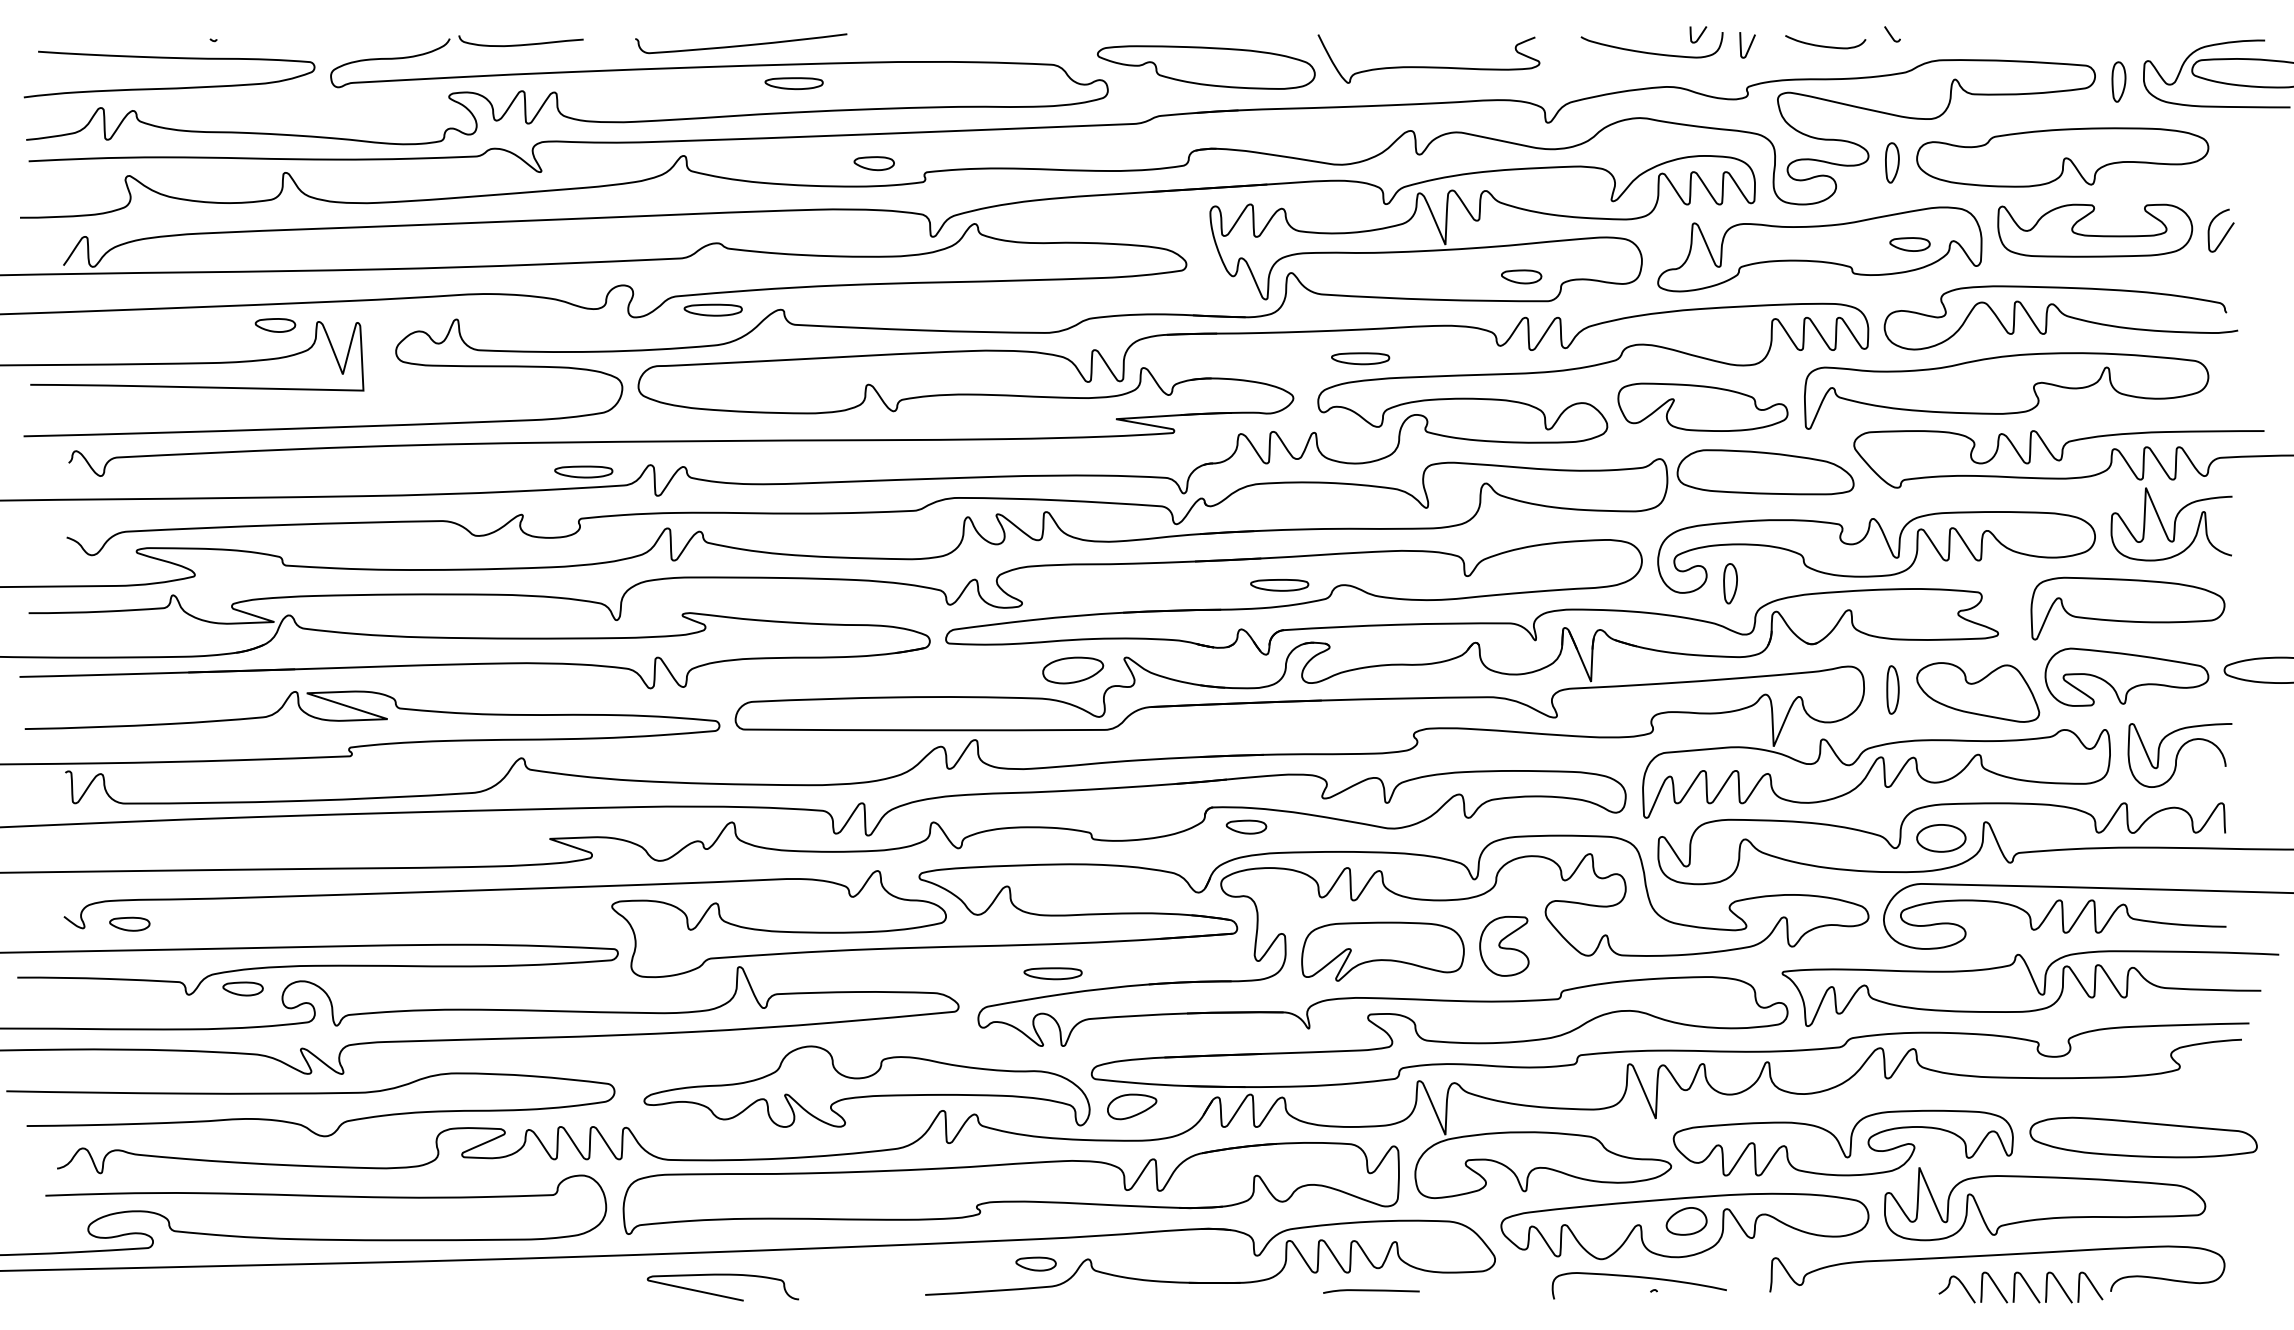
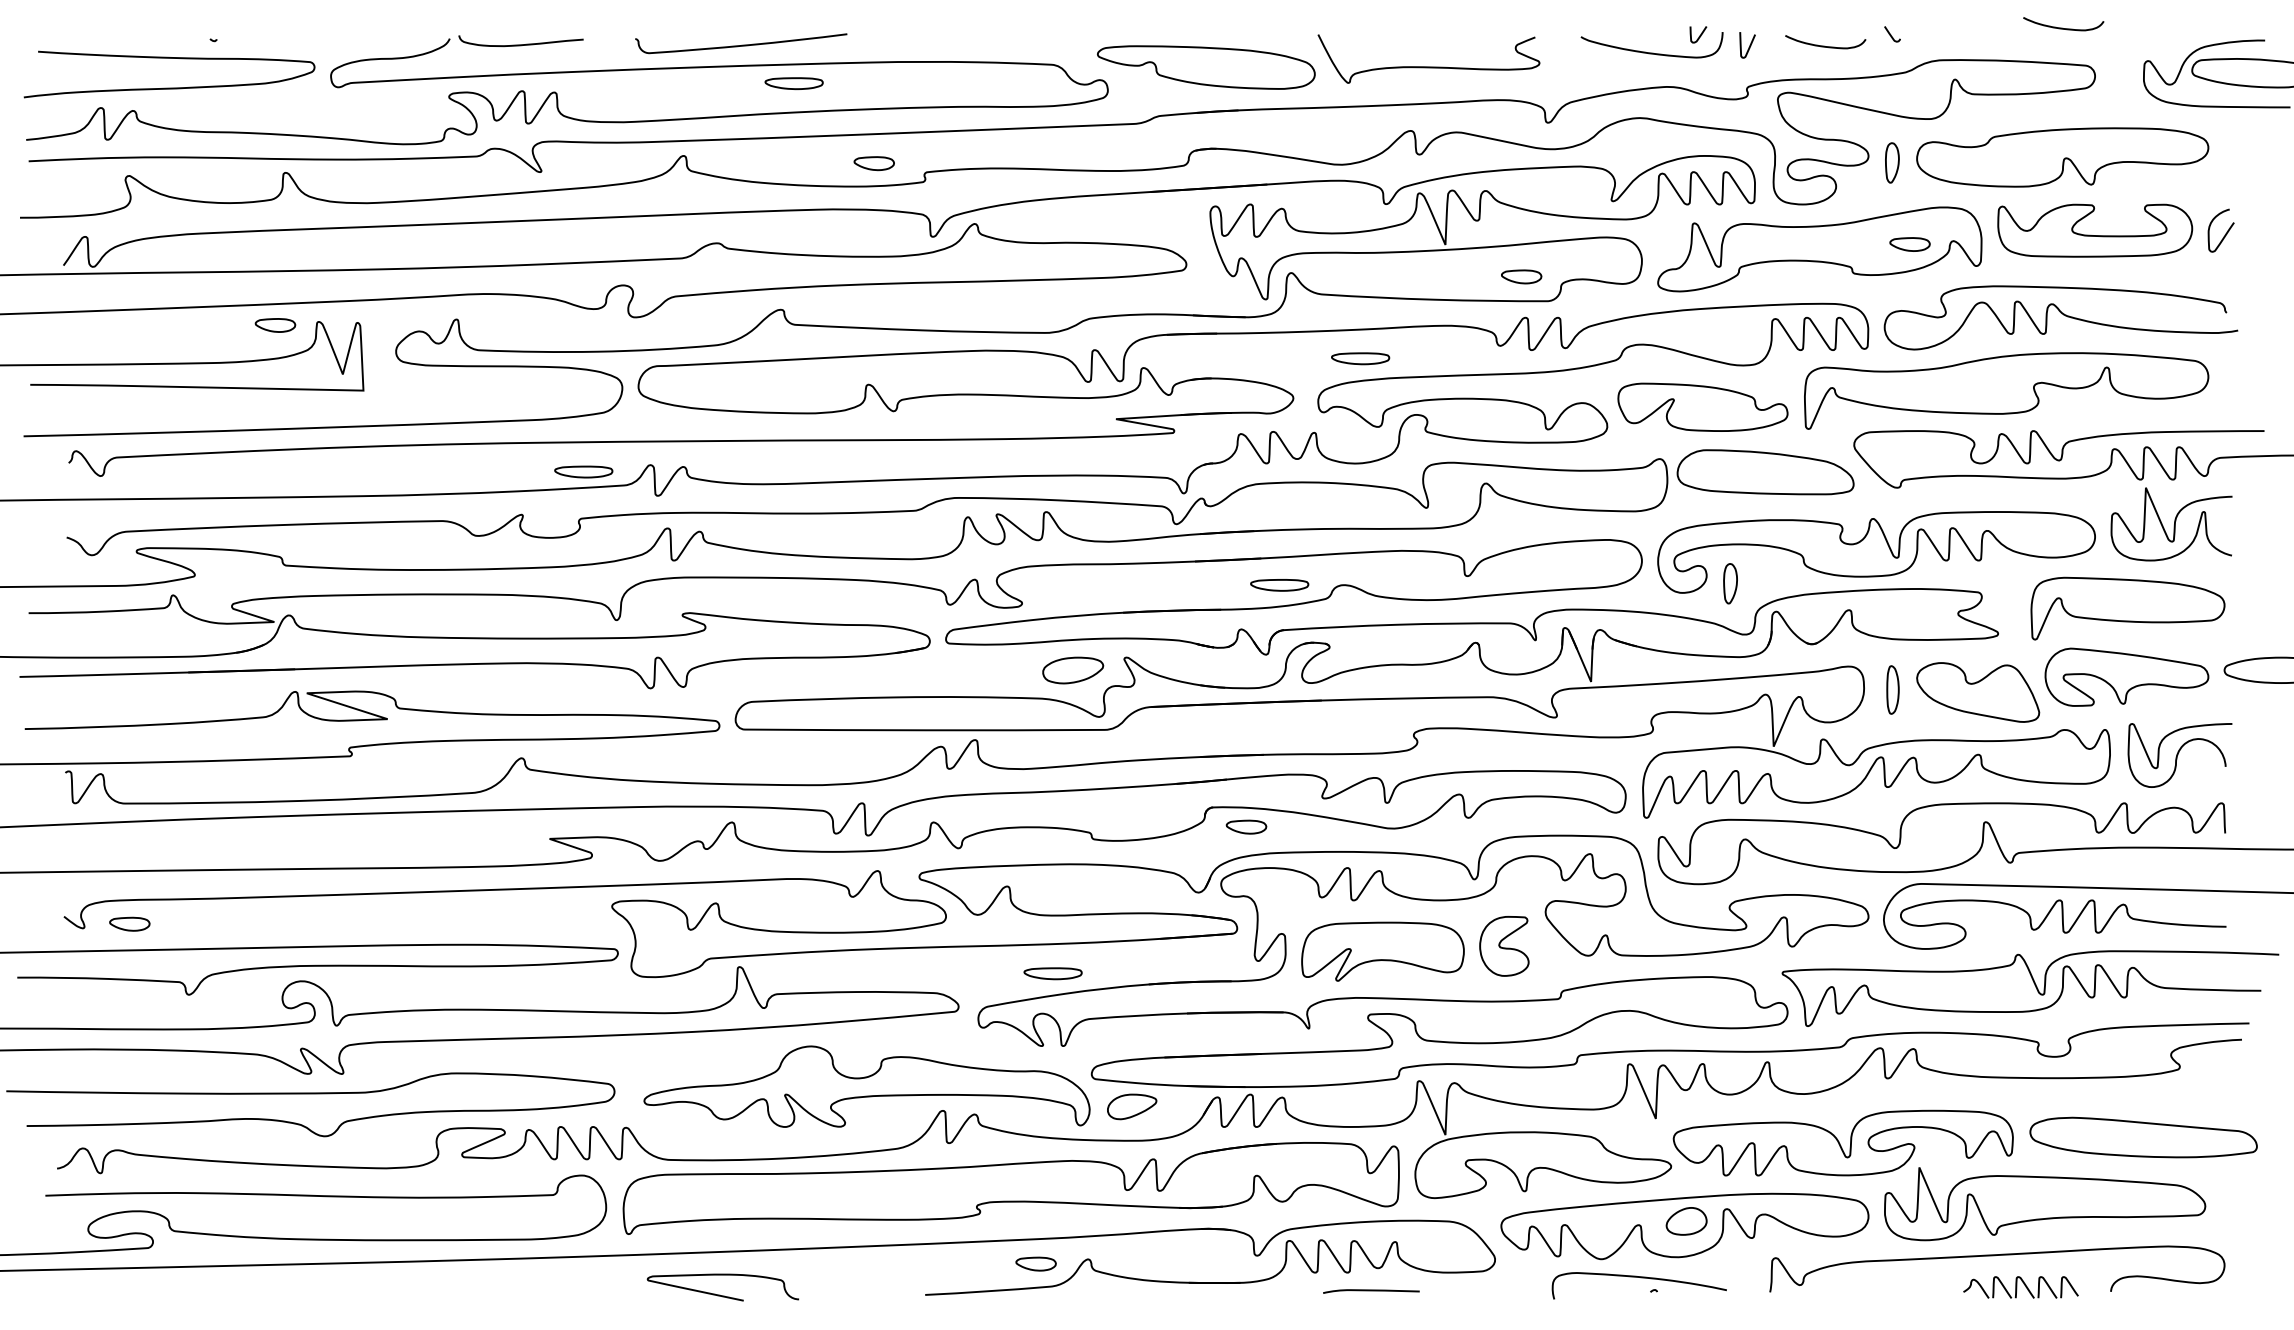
curve at (2062, 27): none -> present
part at (2118, 81): present -> none
part at (712, 309): present -> none
part at (1941, 838): present -> none
part at (242, 988): present -> none
part at (2020, 1287) size: 166x33 px -> 116x23 px
